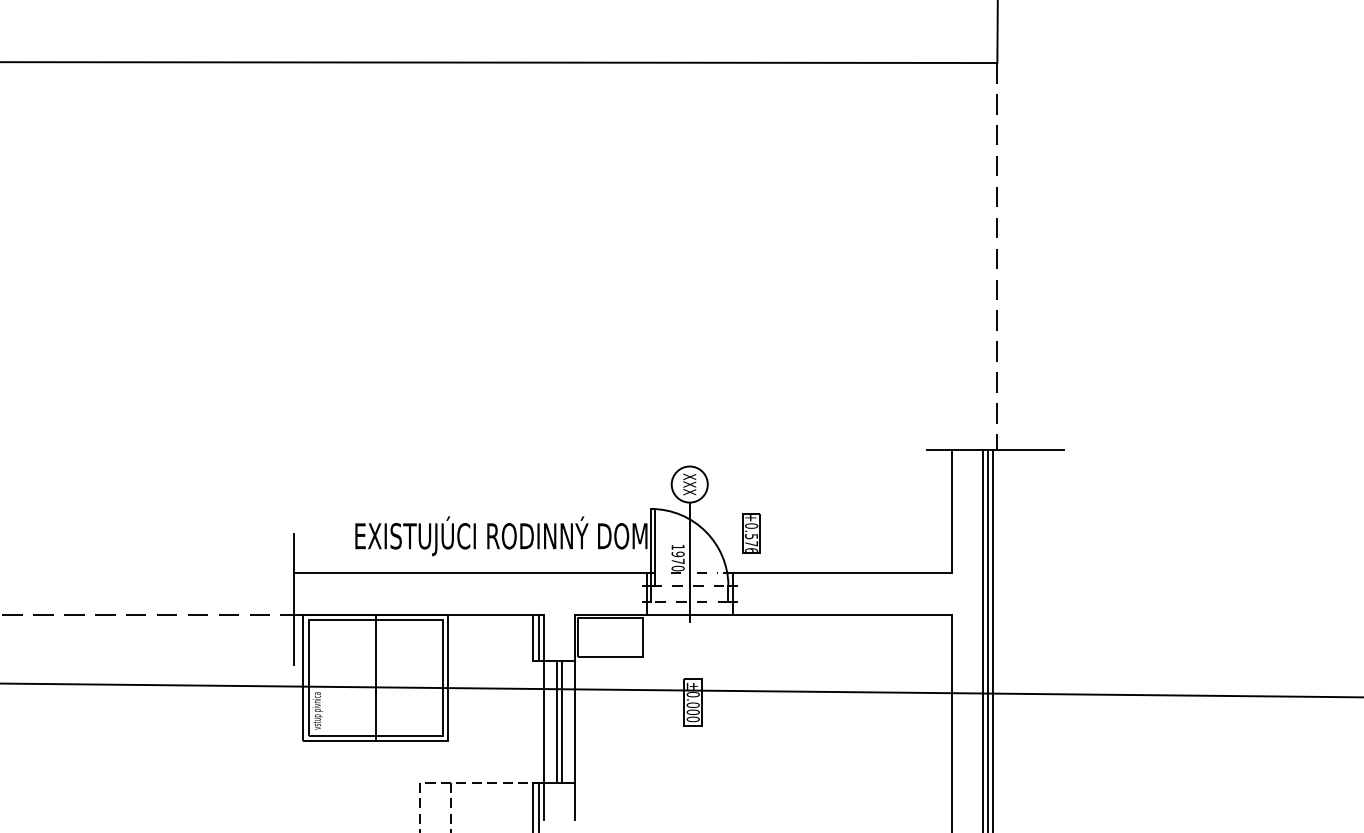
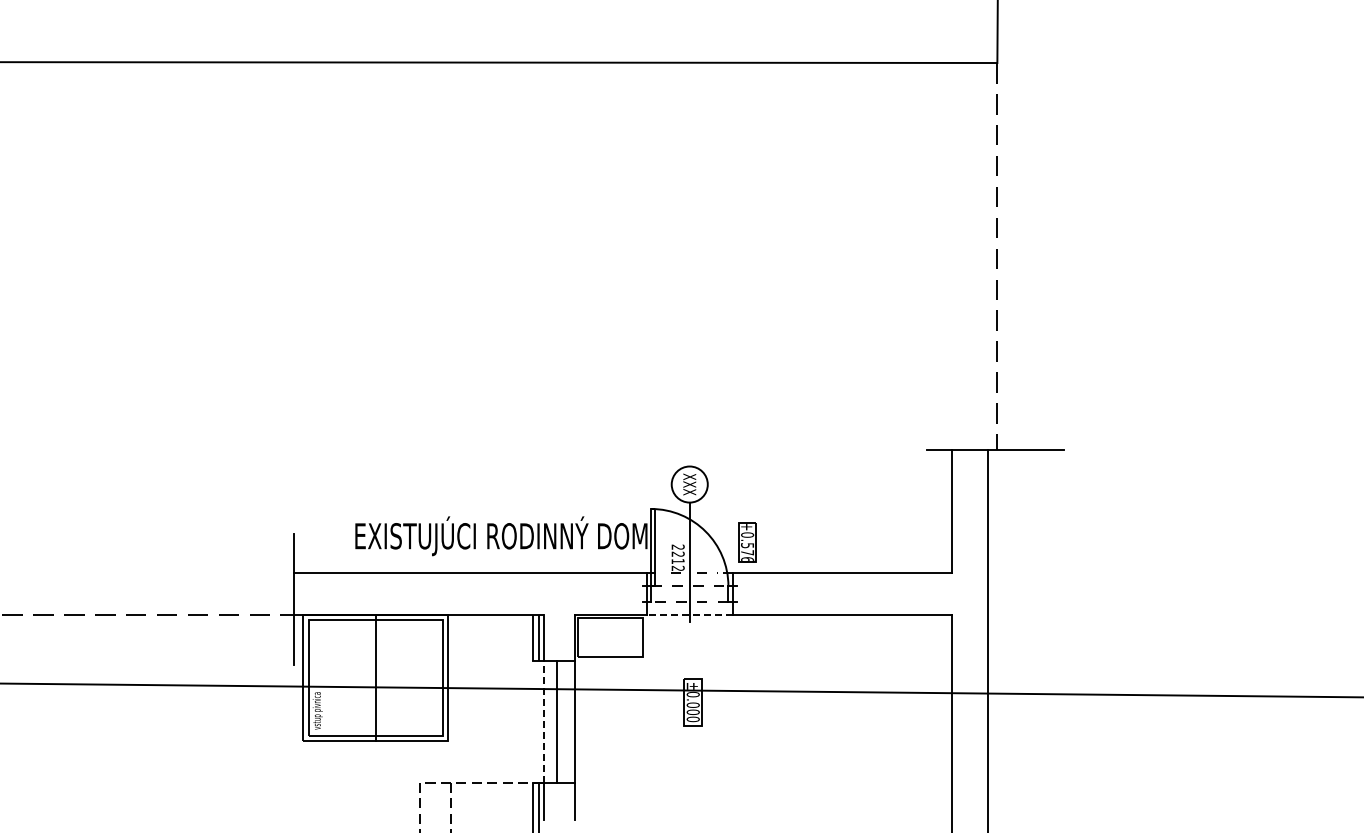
part at (751, 533) position: (751, 533) -> (747, 542)
text at (677, 557): 1970 -> 2212
line at (689, 615): solid -> dashed
line at (983, 639): present -> none
line at (993, 639): present -> none
line at (543, 721): solid -> dashed
line at (561, 721): present -> none
